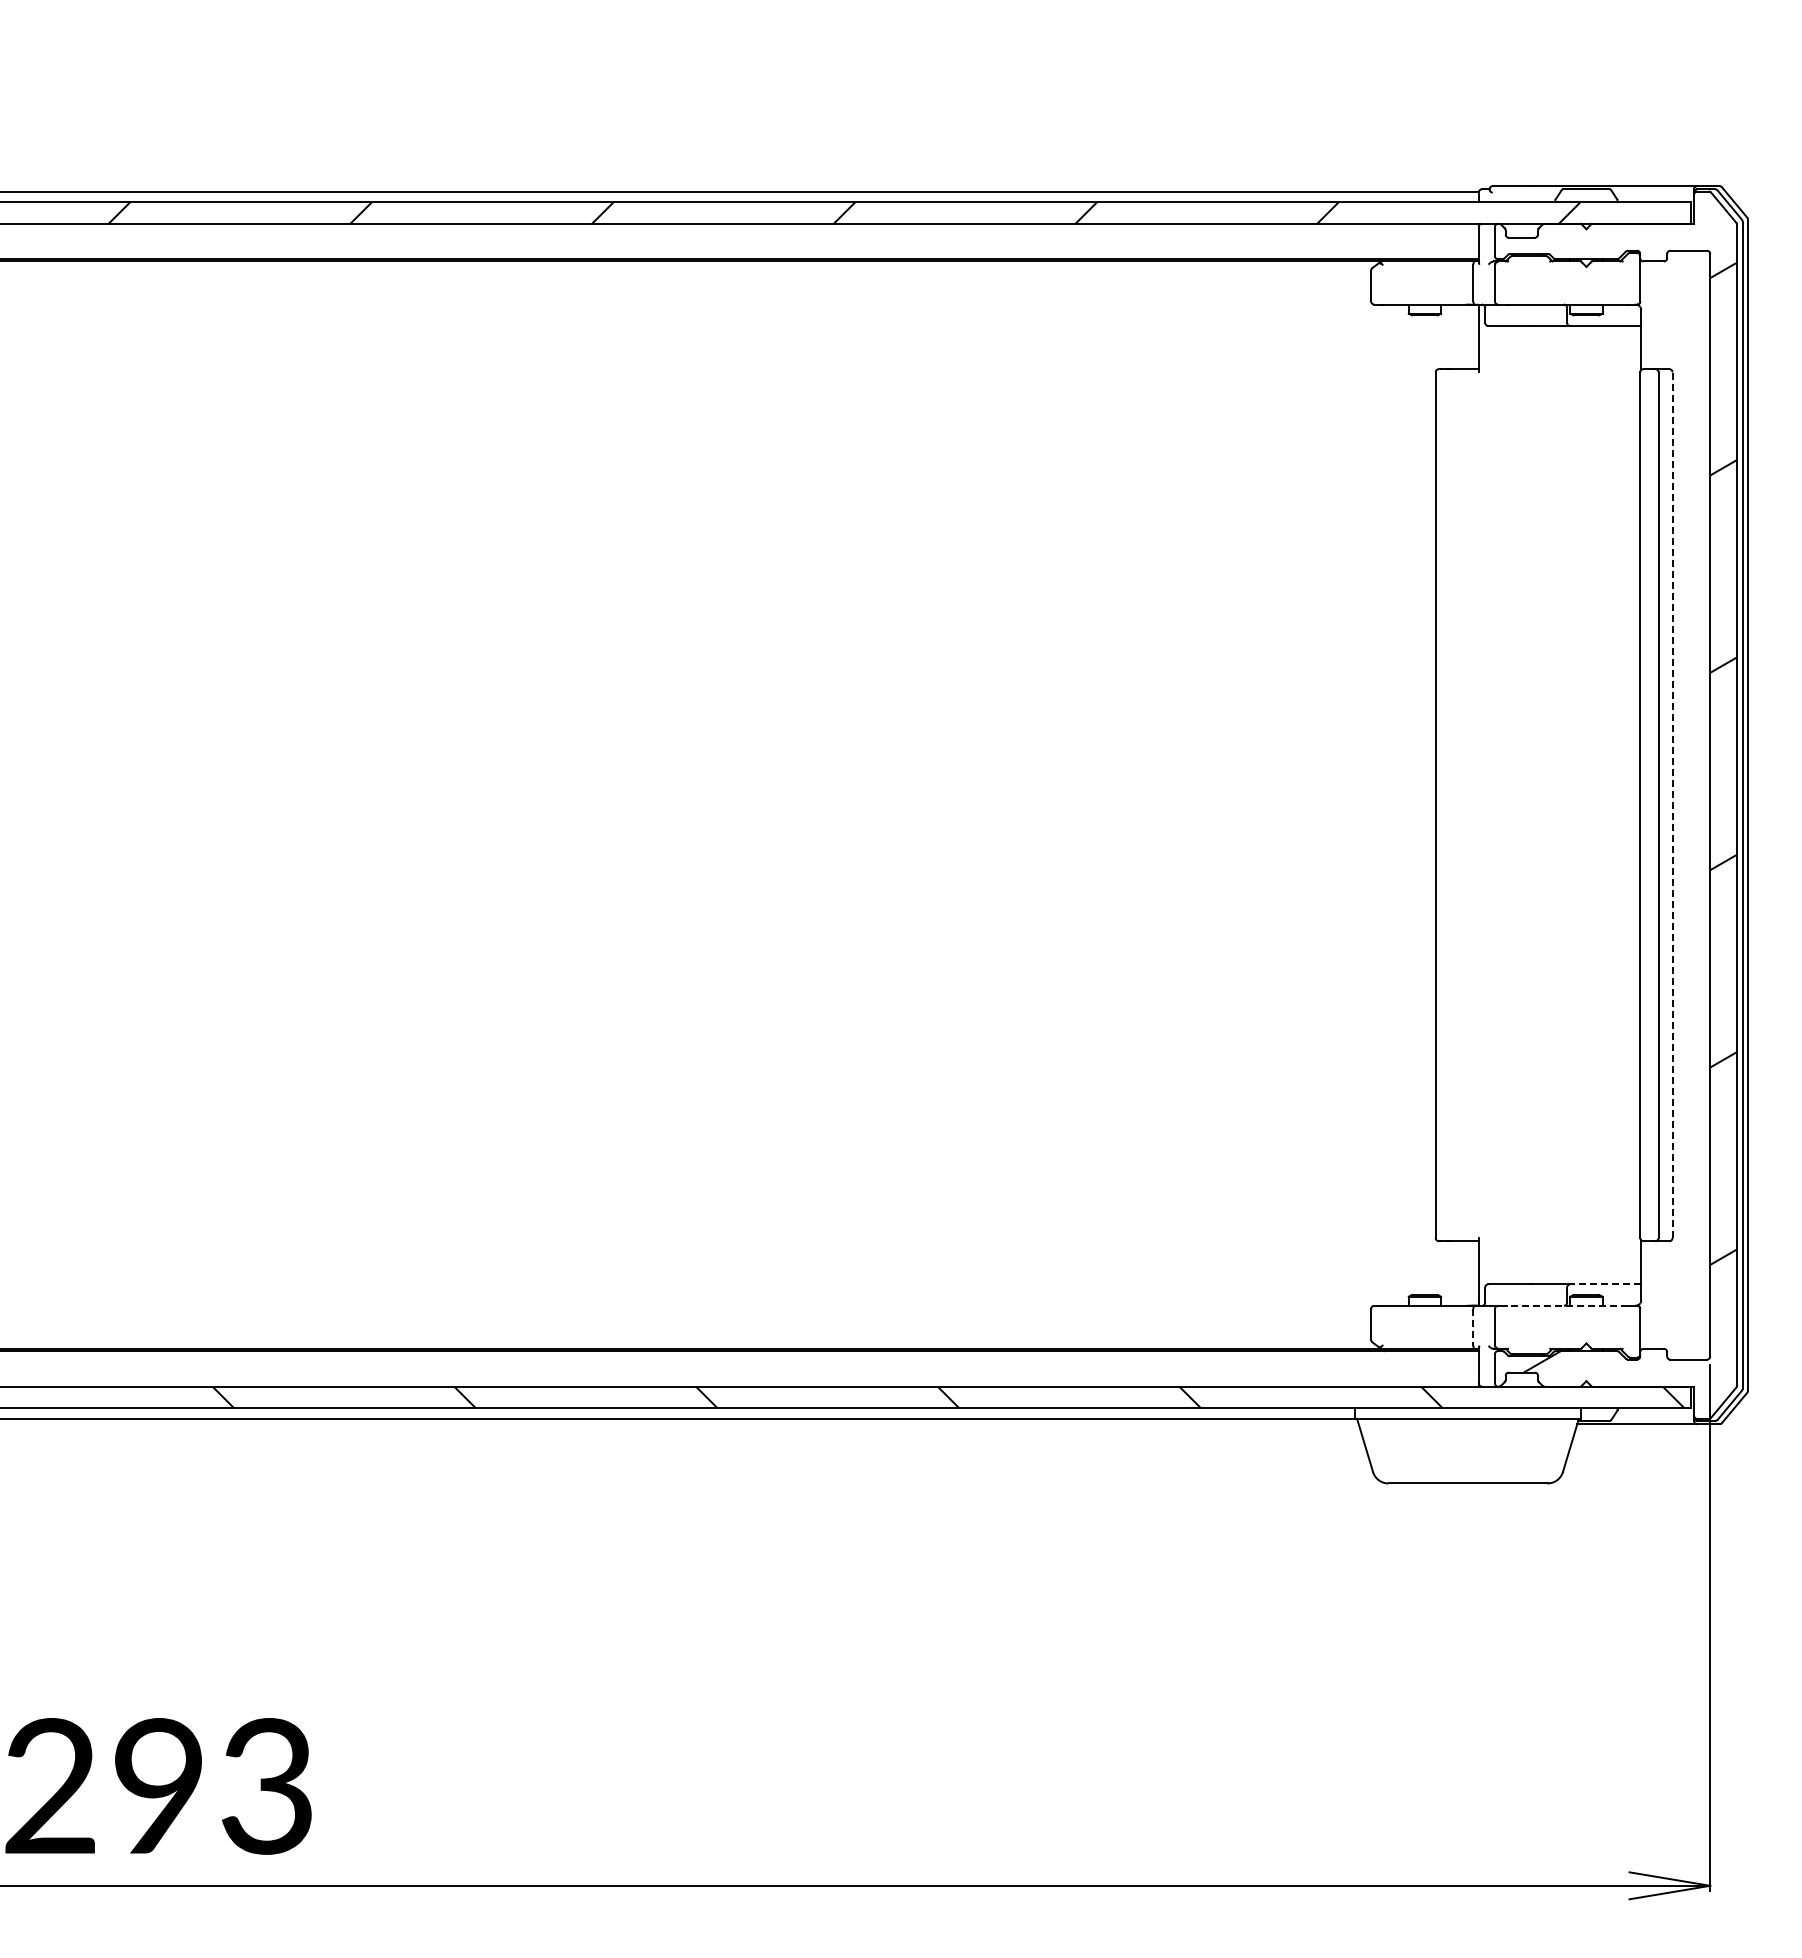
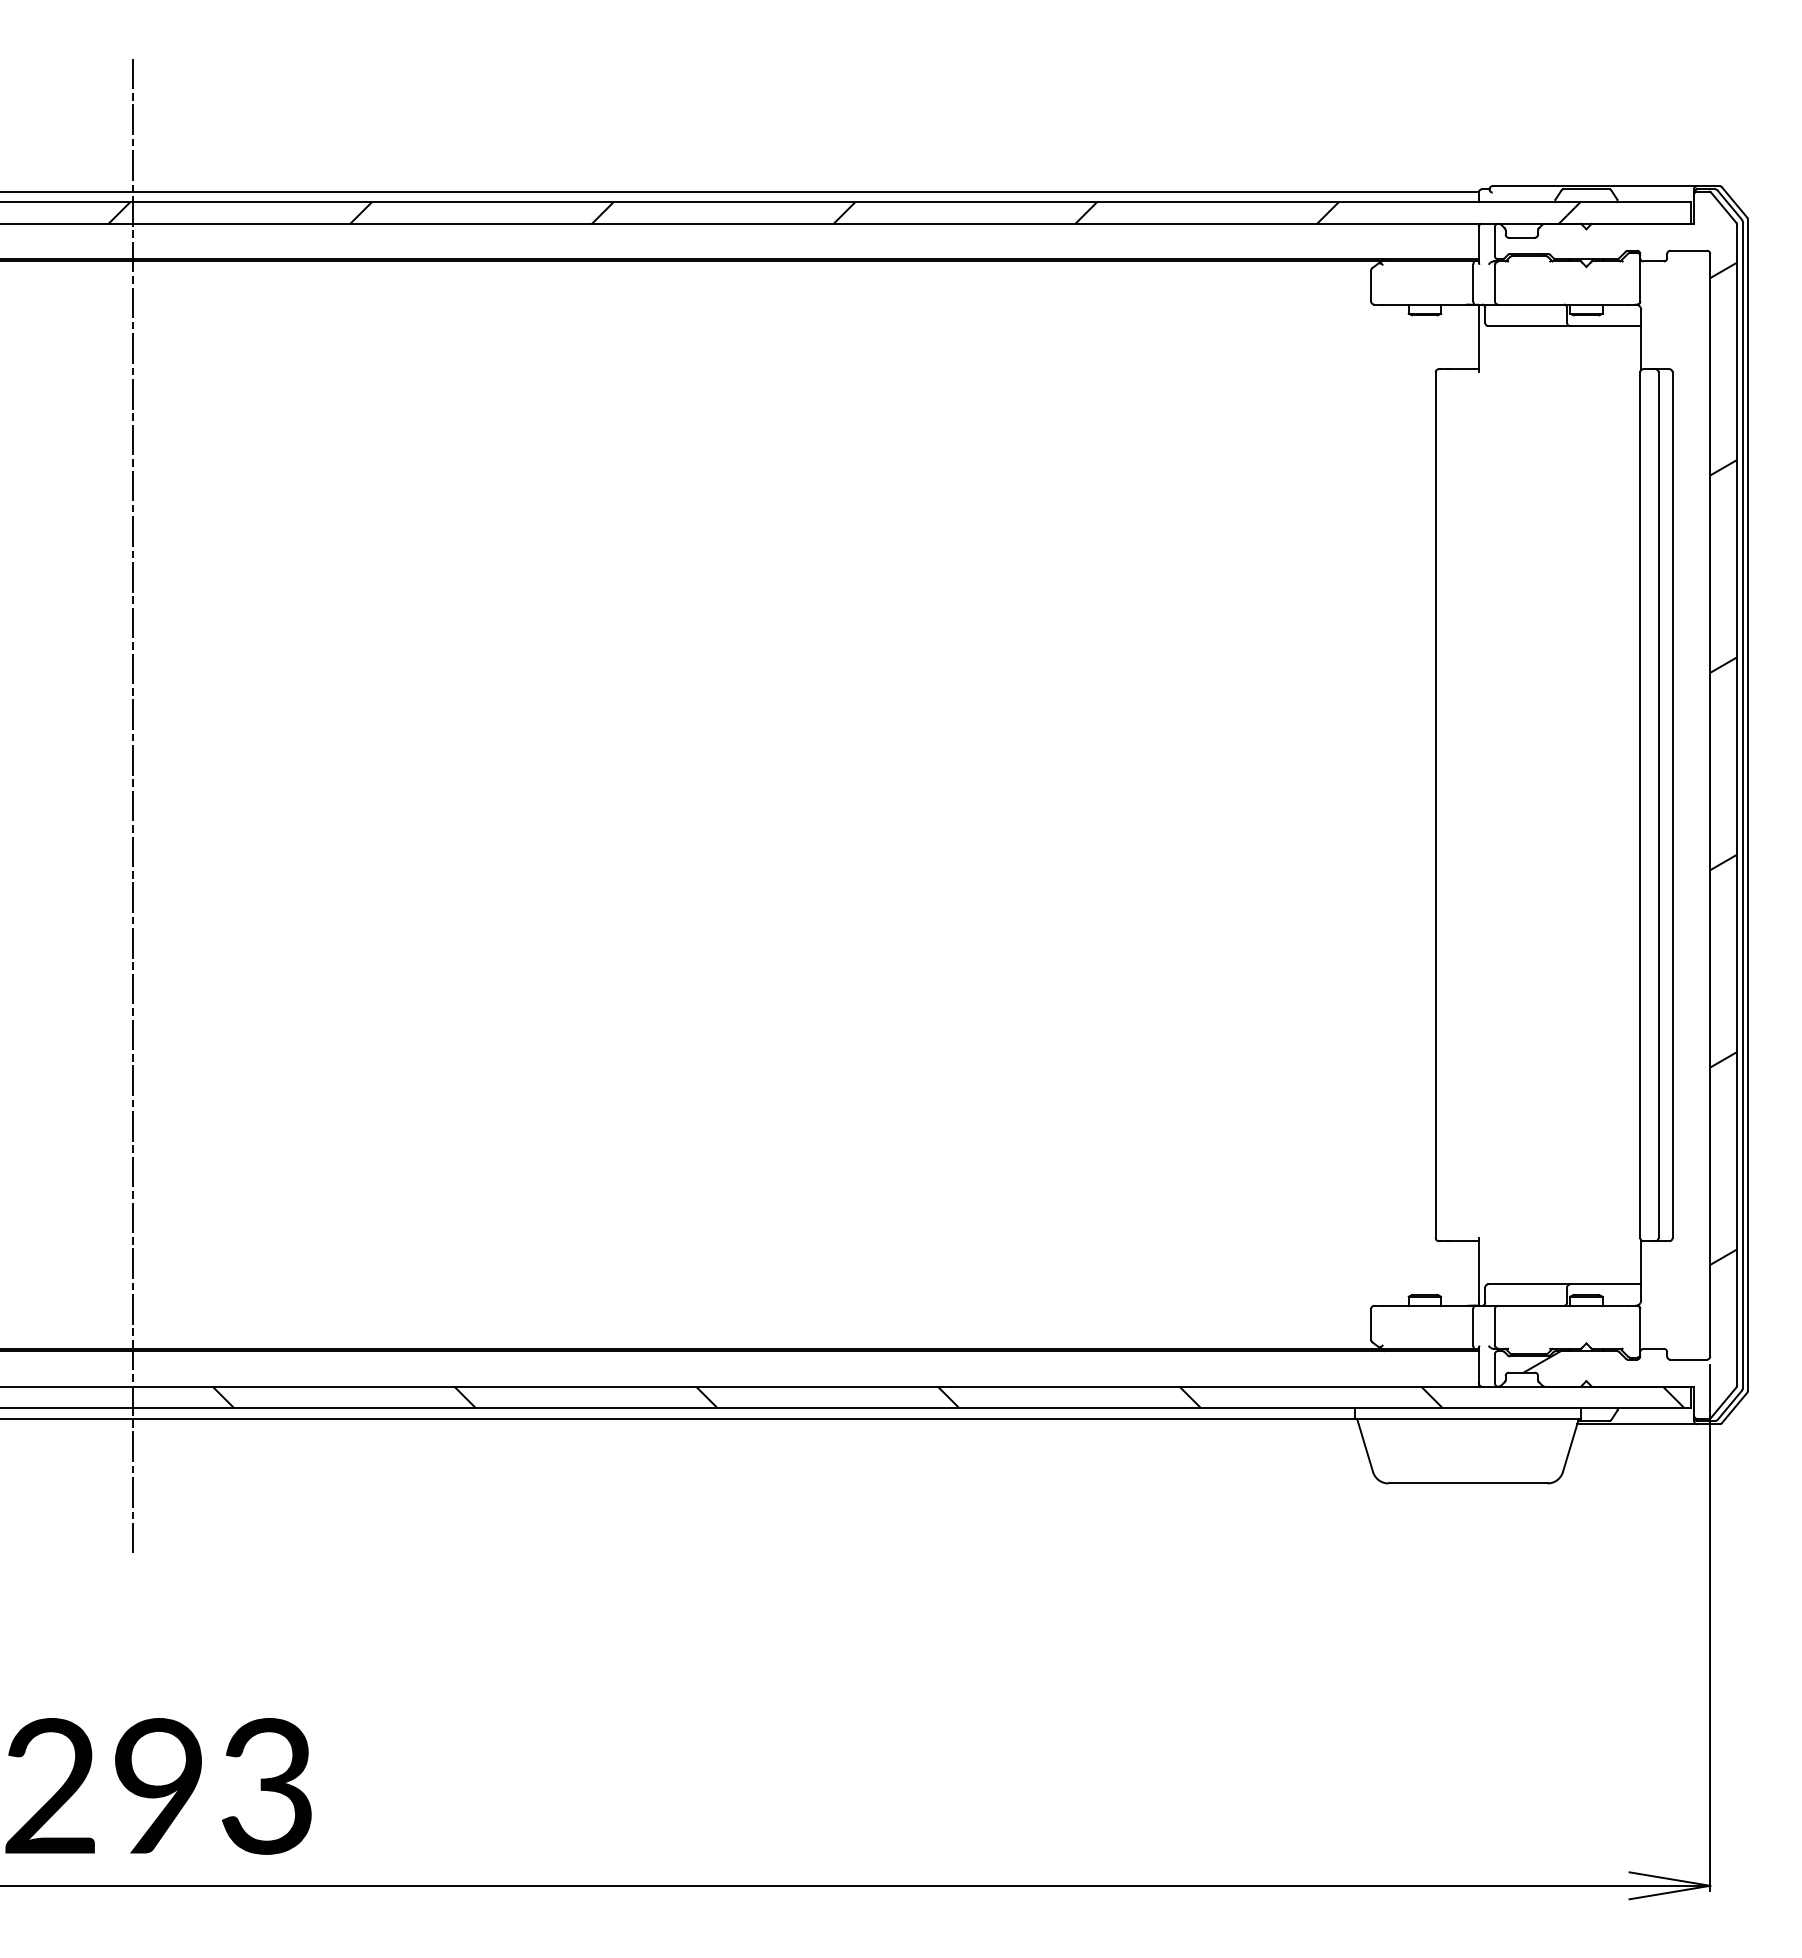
line at (132, 804): none -> present
line at (1672, 805): dashed -> solid
line at (1606, 1284): dashed -> solid
line at (1566, 1305): dashed -> solid
line at (1473, 1327): dashed -> solid
